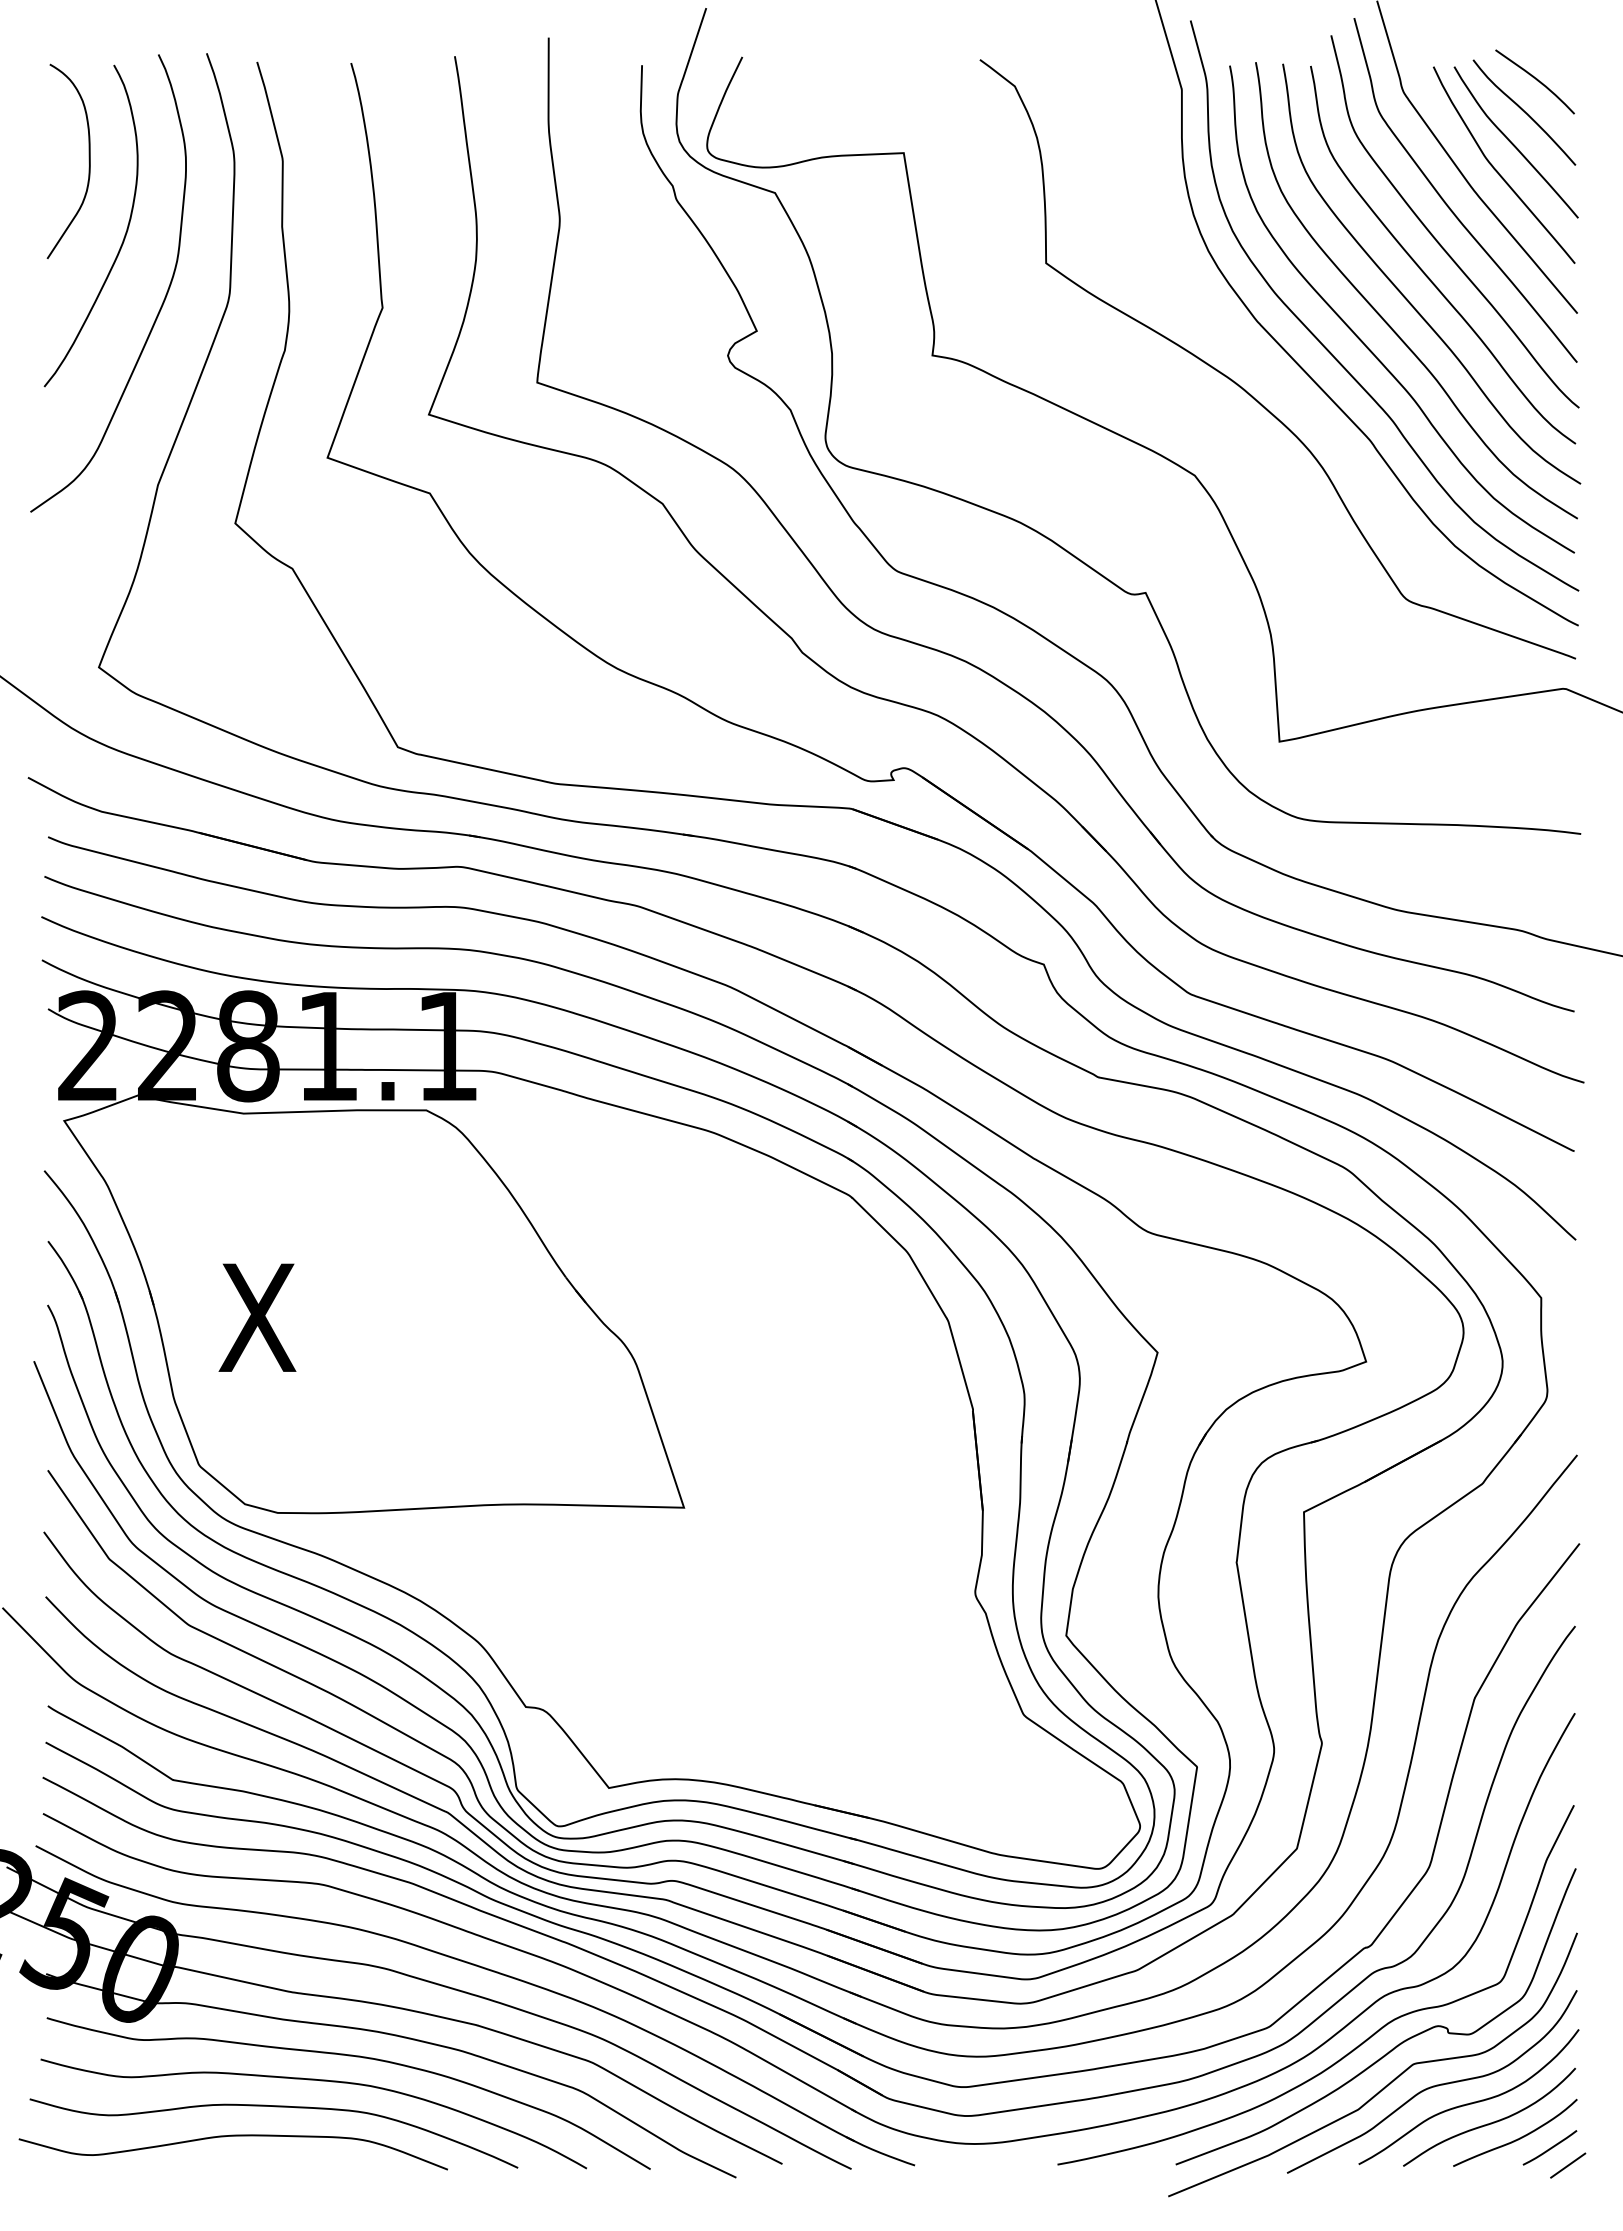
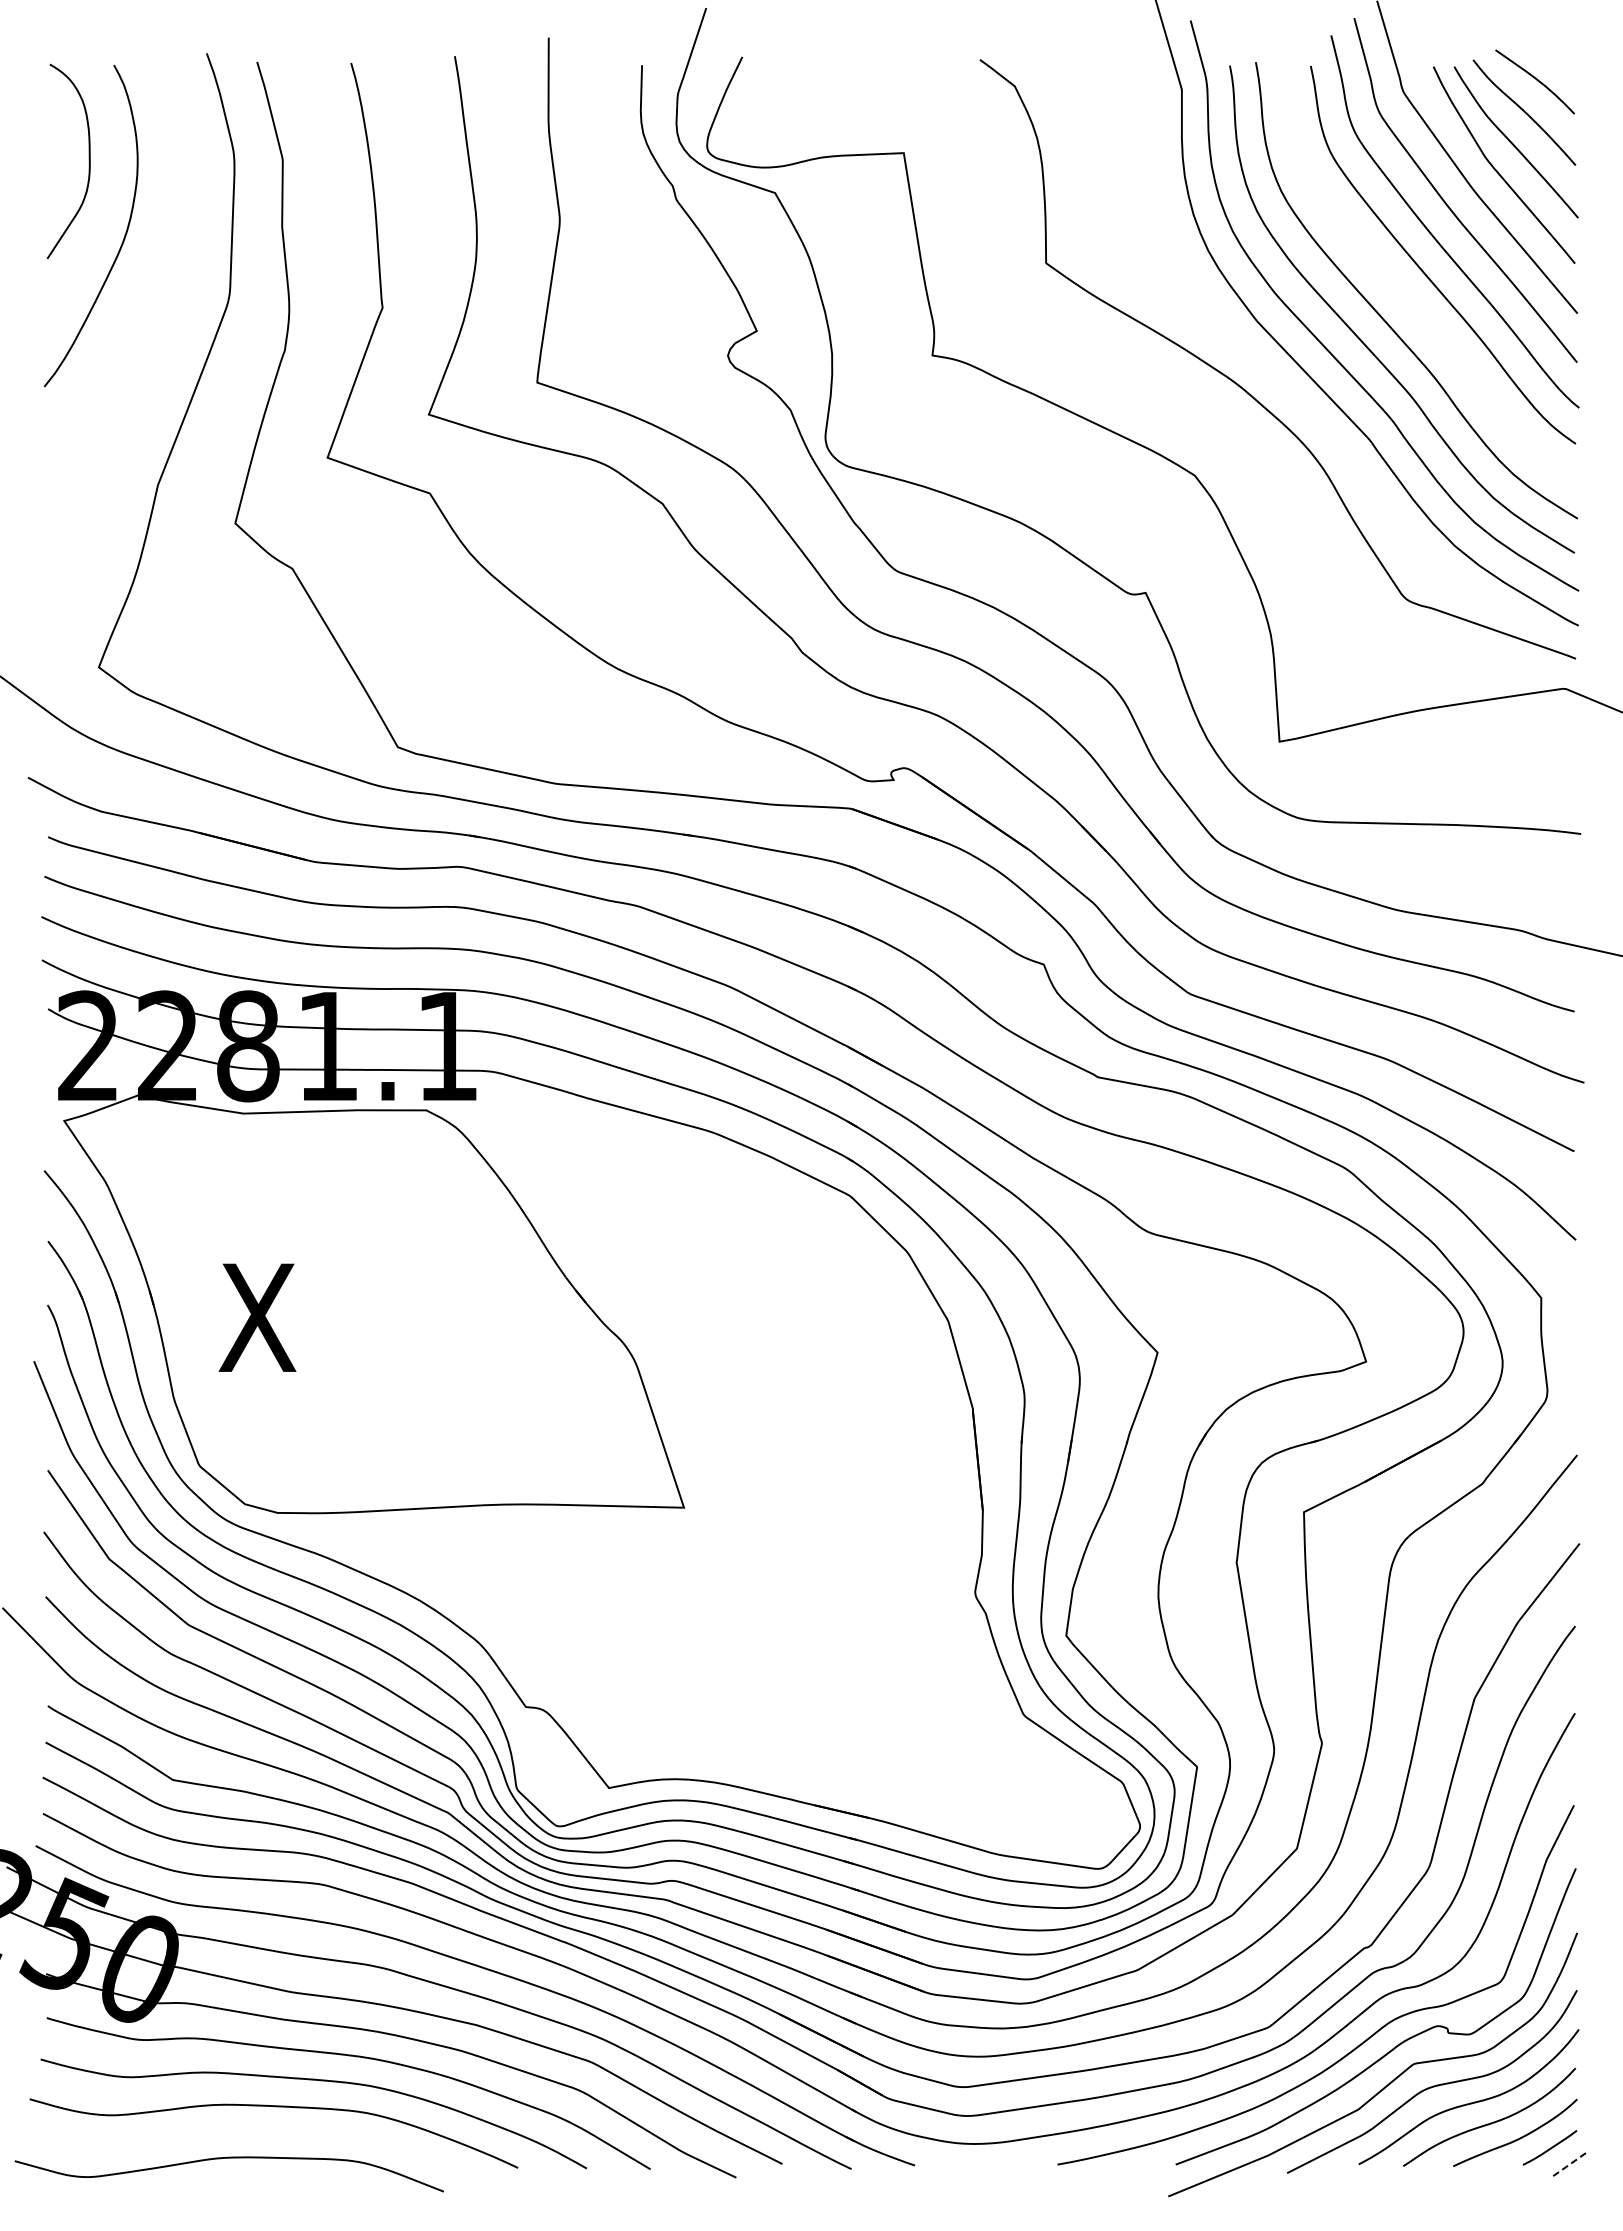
curve at (1406, 297): present -> none
curve at (160, 306): present -> none
curve at (232, 2136) position: (232, 2136) -> (228, 2158)
line at (1568, 2165): solid -> dashed
